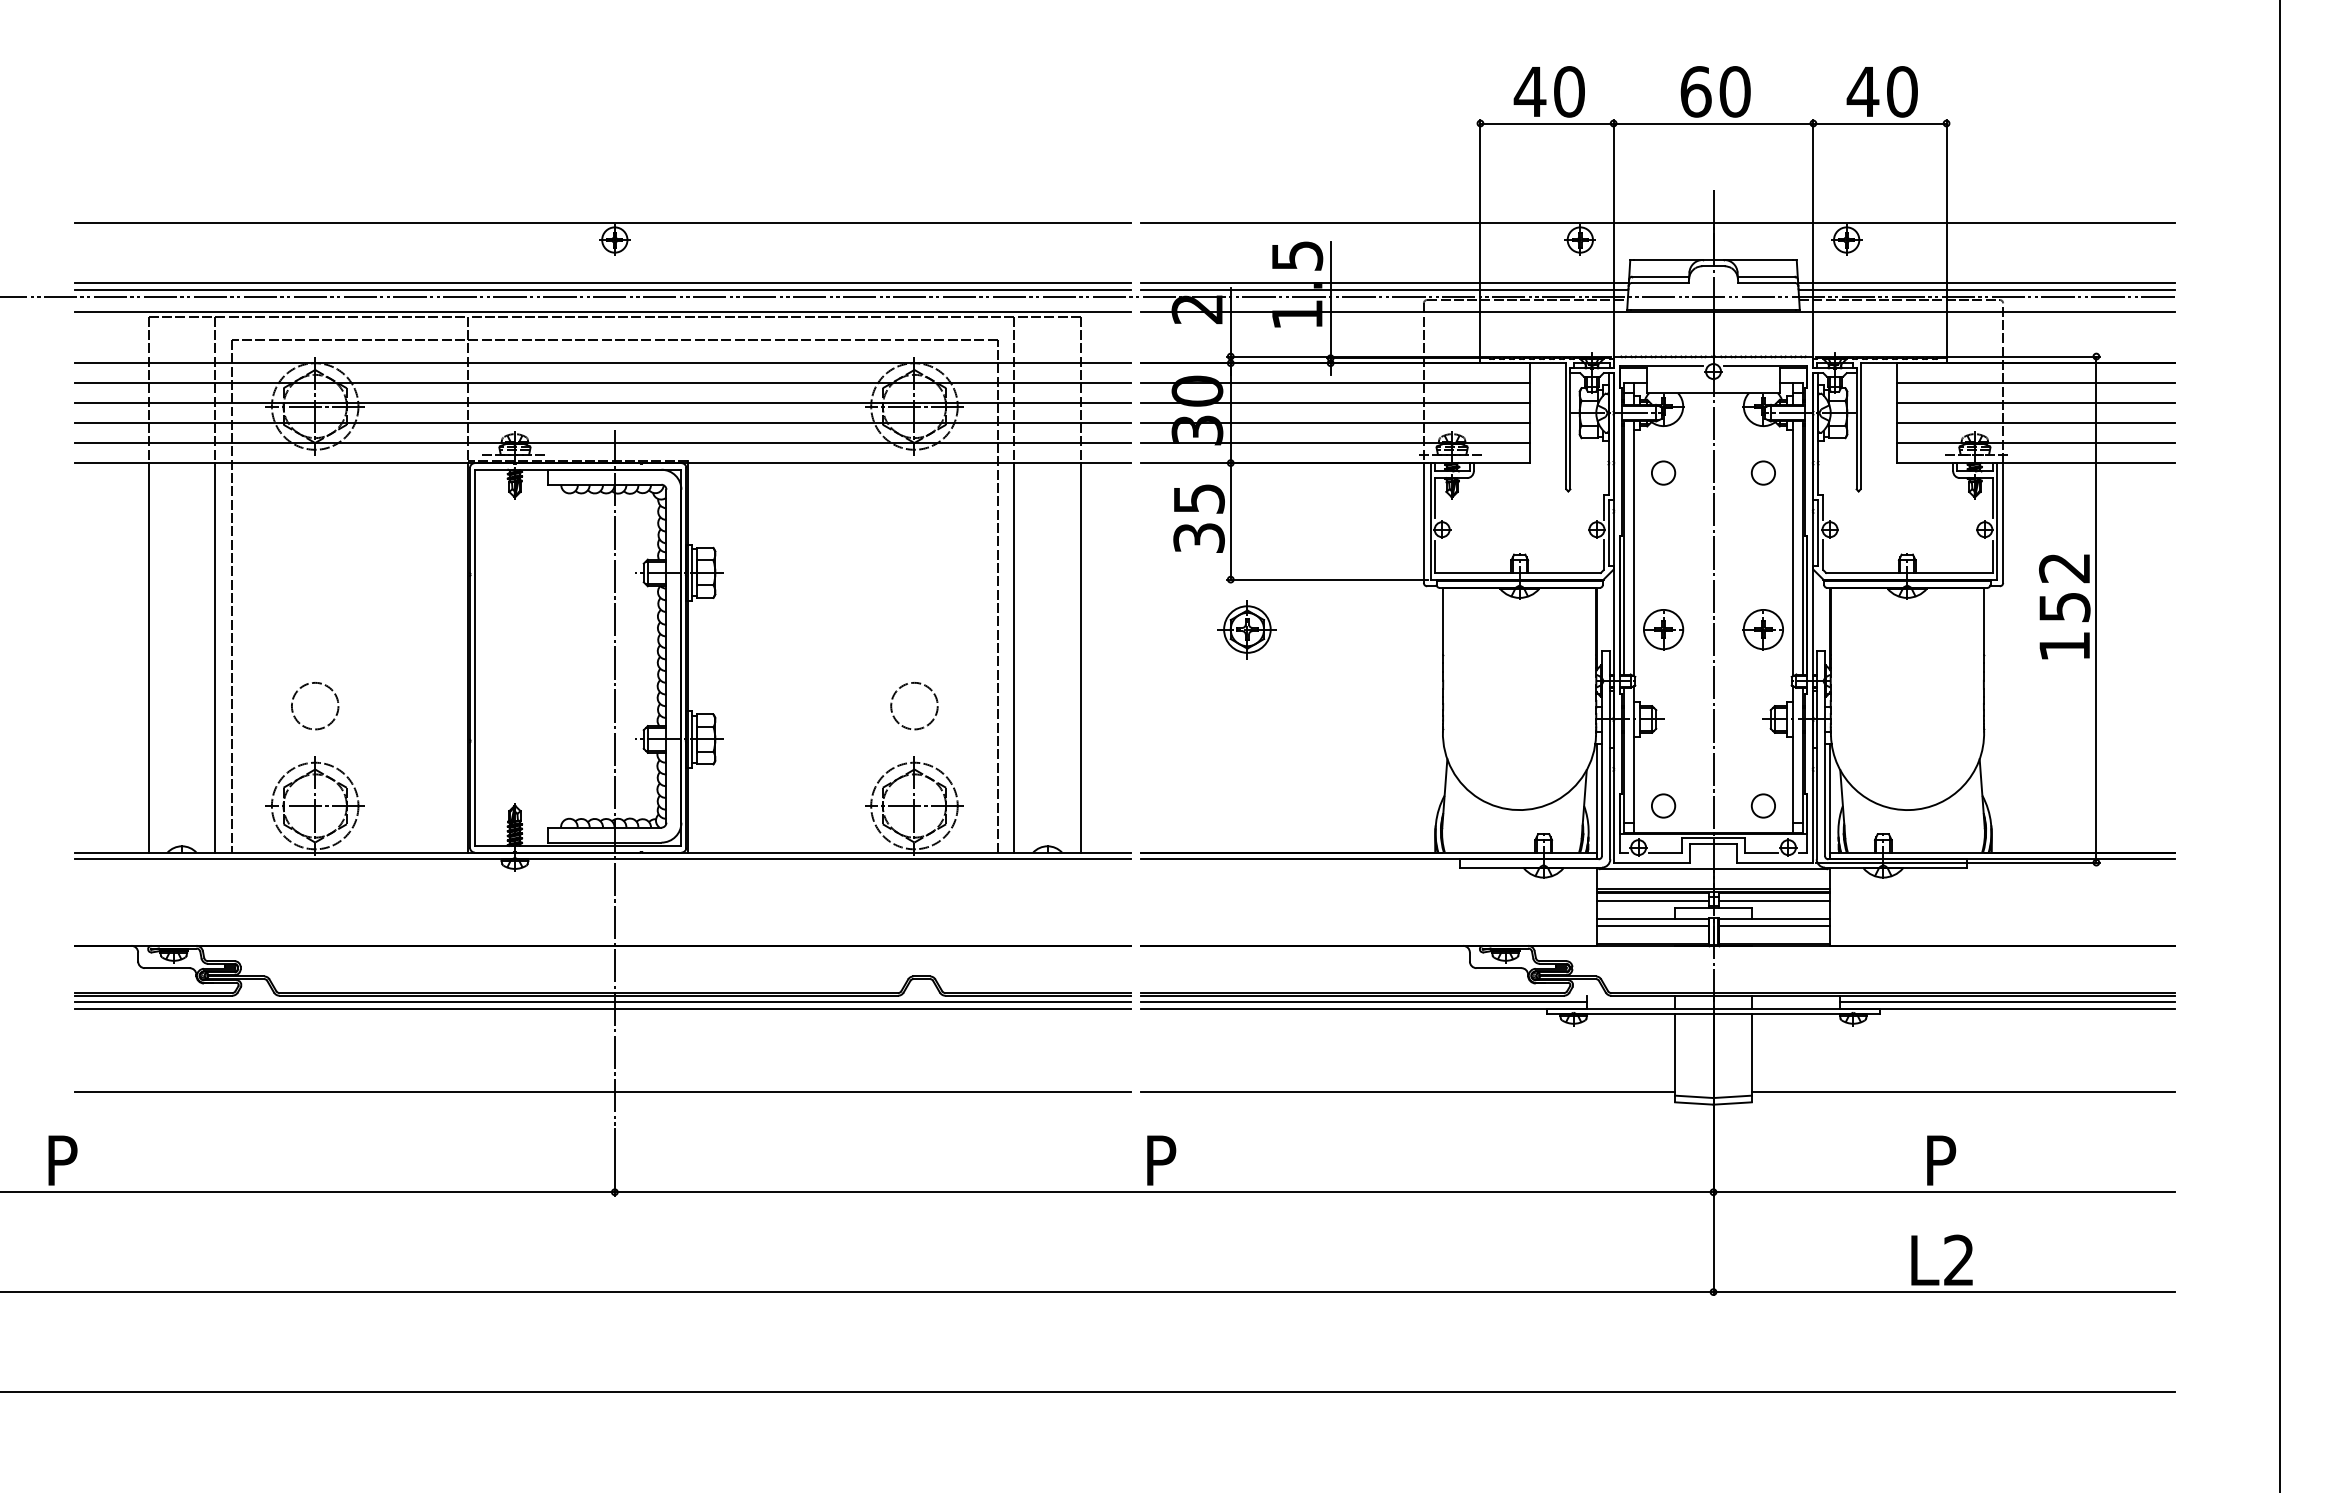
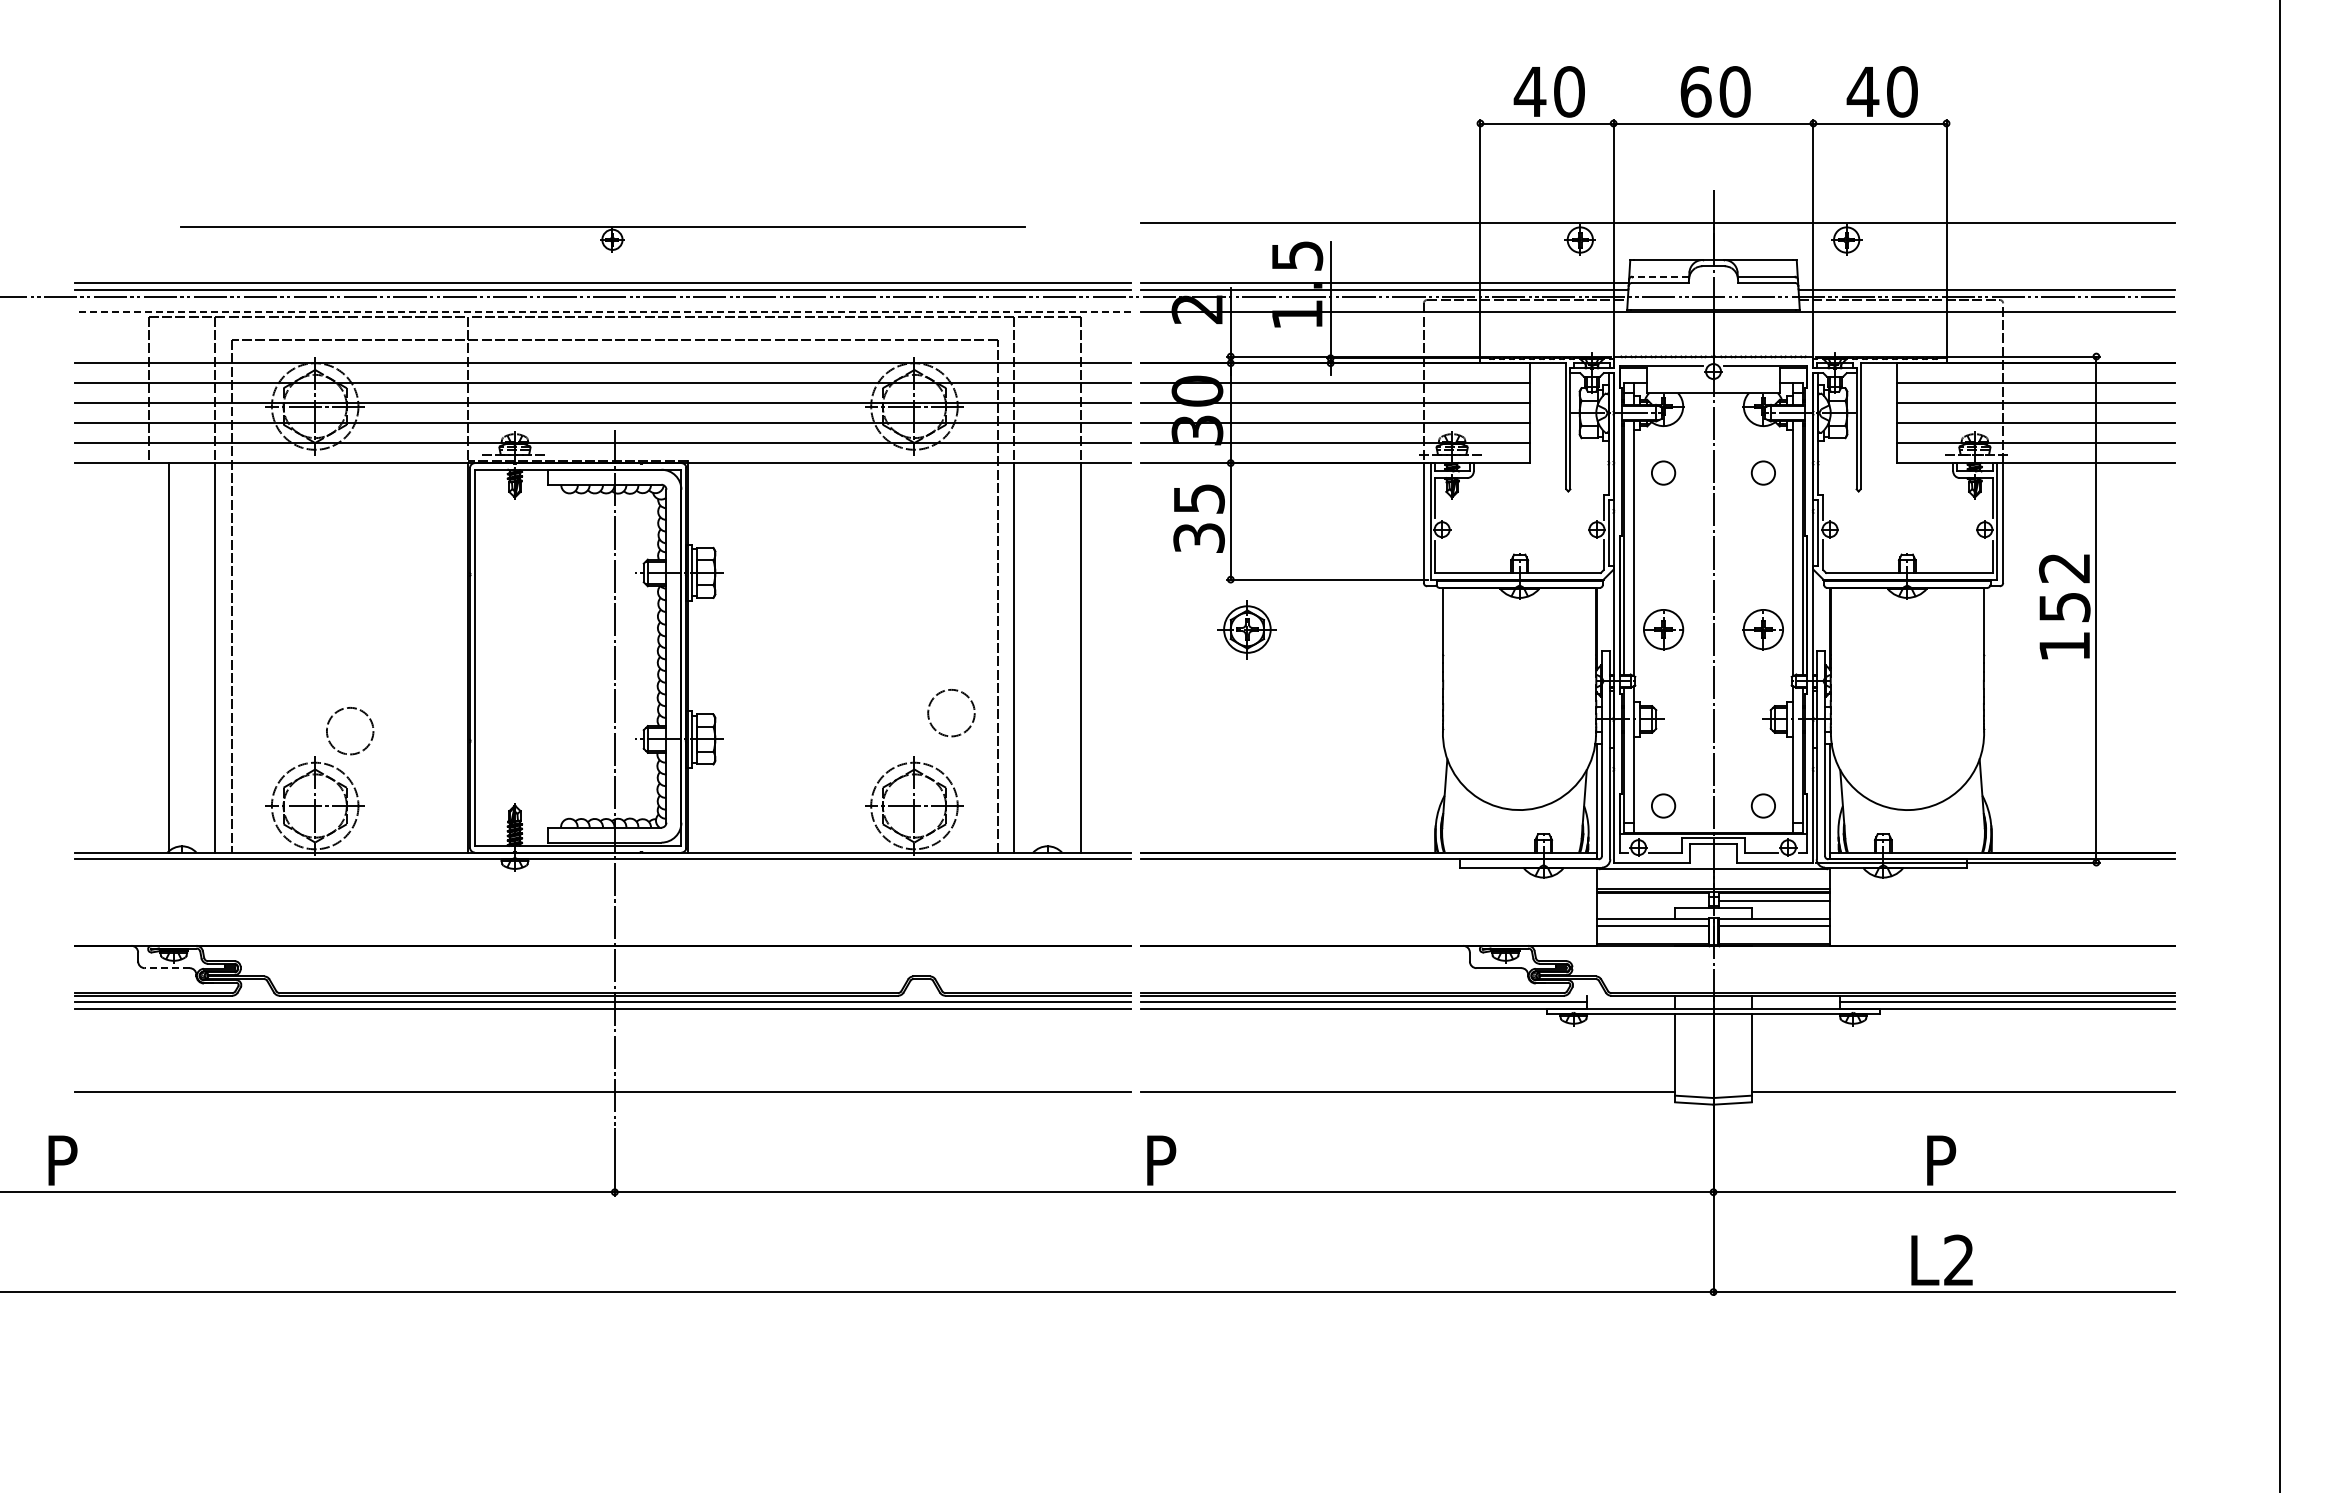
part at (602, 238) size: 1058x34 px -> 846x27 px
line at (1660, 276): solid -> dashed
line at (1986, 283): present -> none
line at (603, 311): solid -> dashed
line at (148, 657) position: (148, 657) -> (168, 657)
circle at (315, 706) position: (315, 706) -> (350, 731)
circle at (914, 706) position: (914, 706) -> (951, 713)
line at (1652, 900): present -> none
line at (166, 968): solid -> dashed
line at (1088, 1391): present -> none
